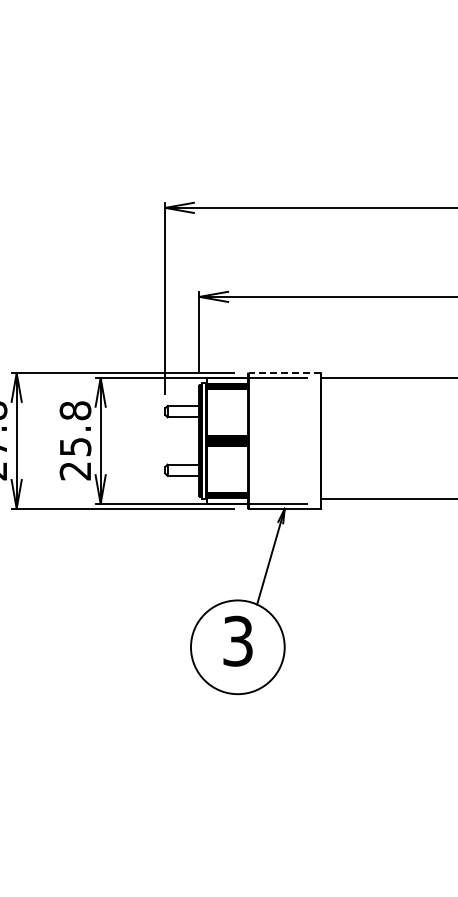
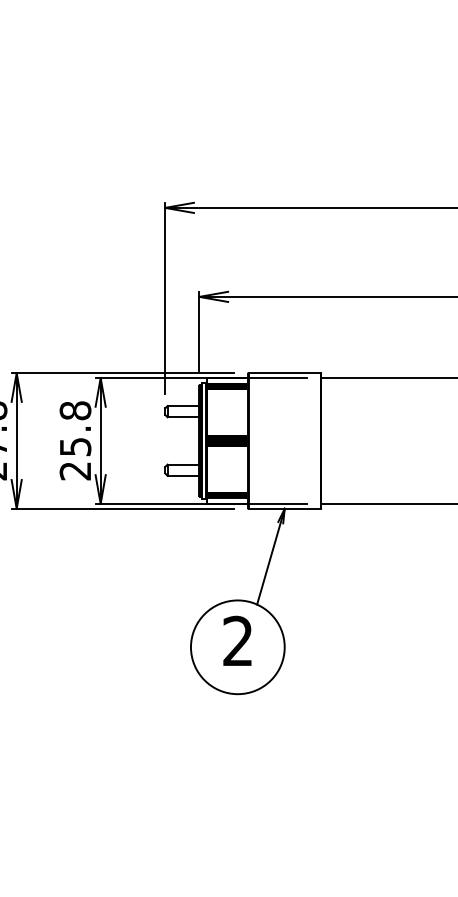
line at (284, 373): dashed -> solid
line at (387, 498) position: (387, 498) -> (387, 503)
text at (237, 641): 3 -> 2
